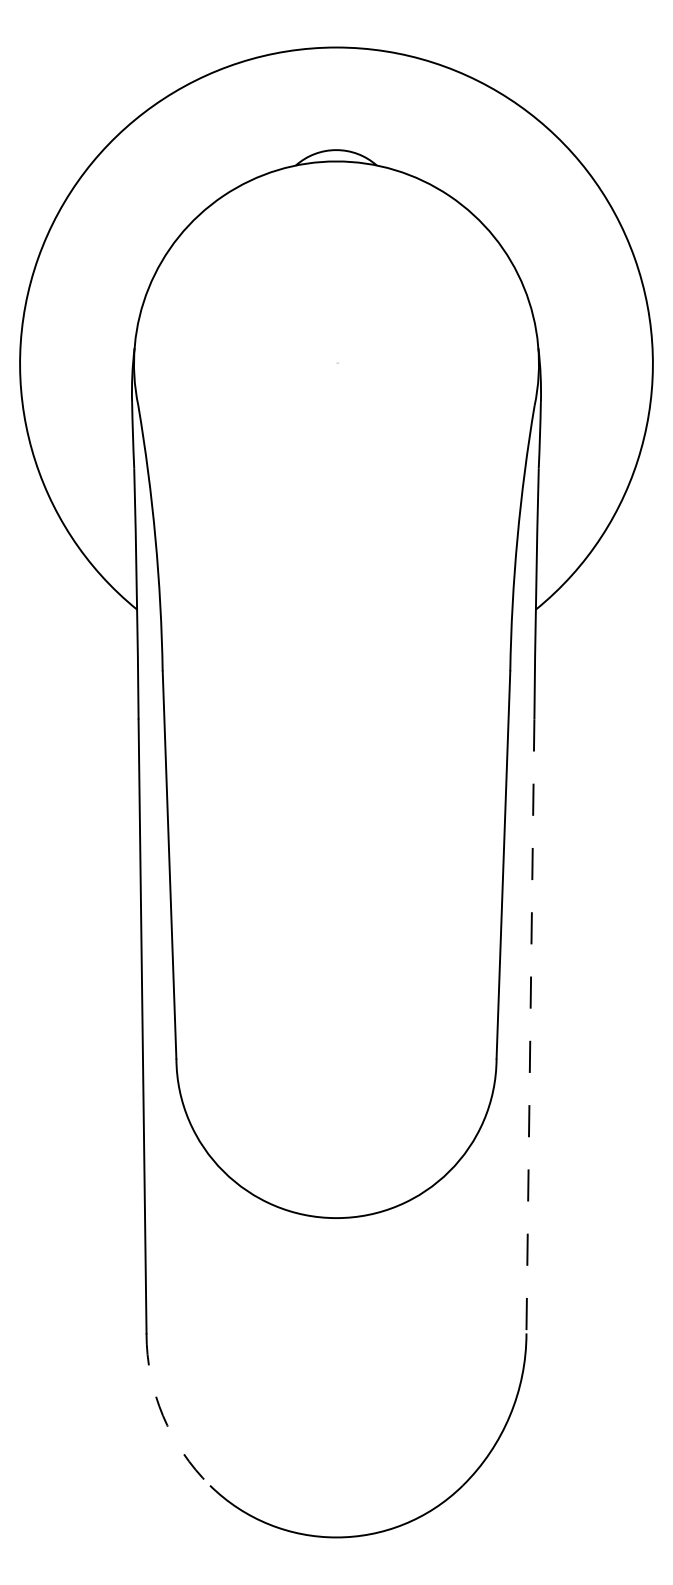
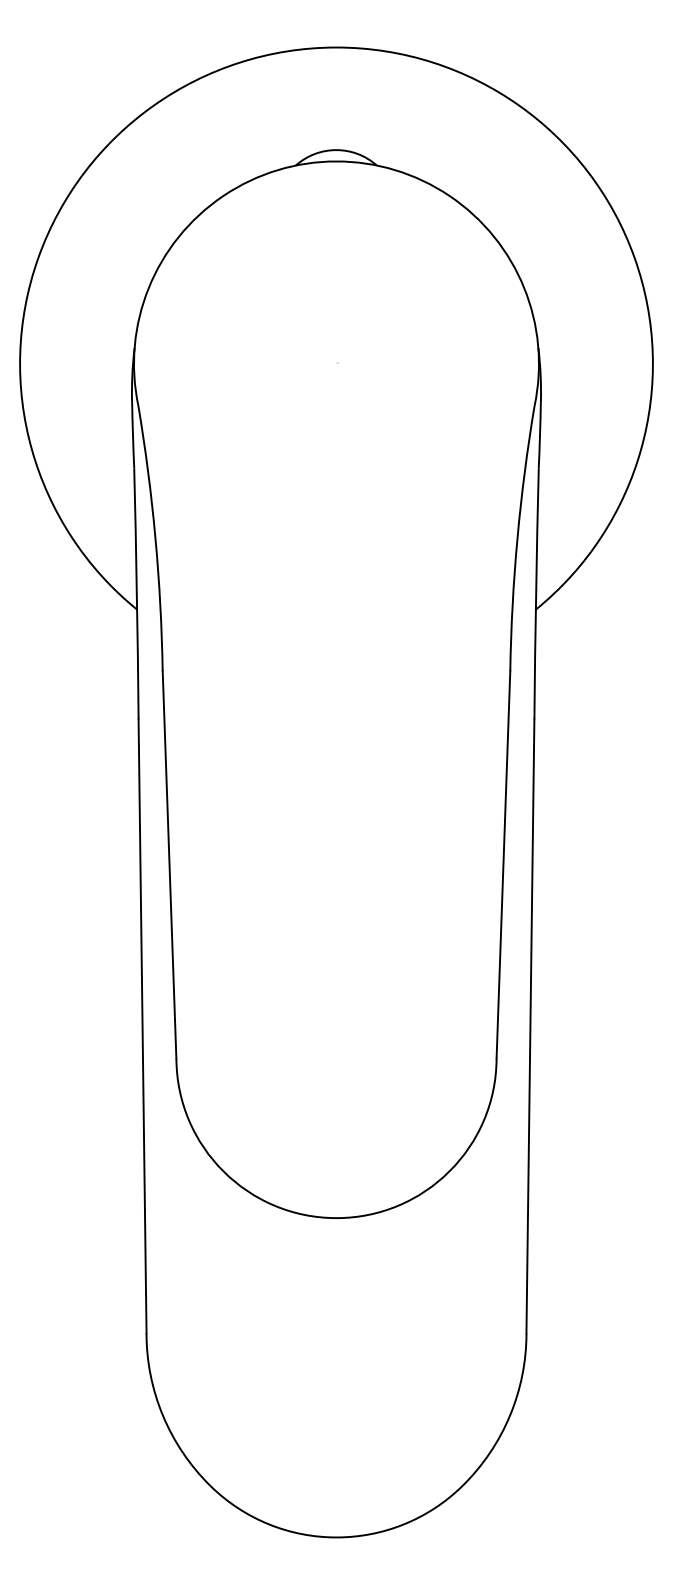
line at (530, 1026): dashed -> solid
arc at (163, 1415): dashed -> solid
